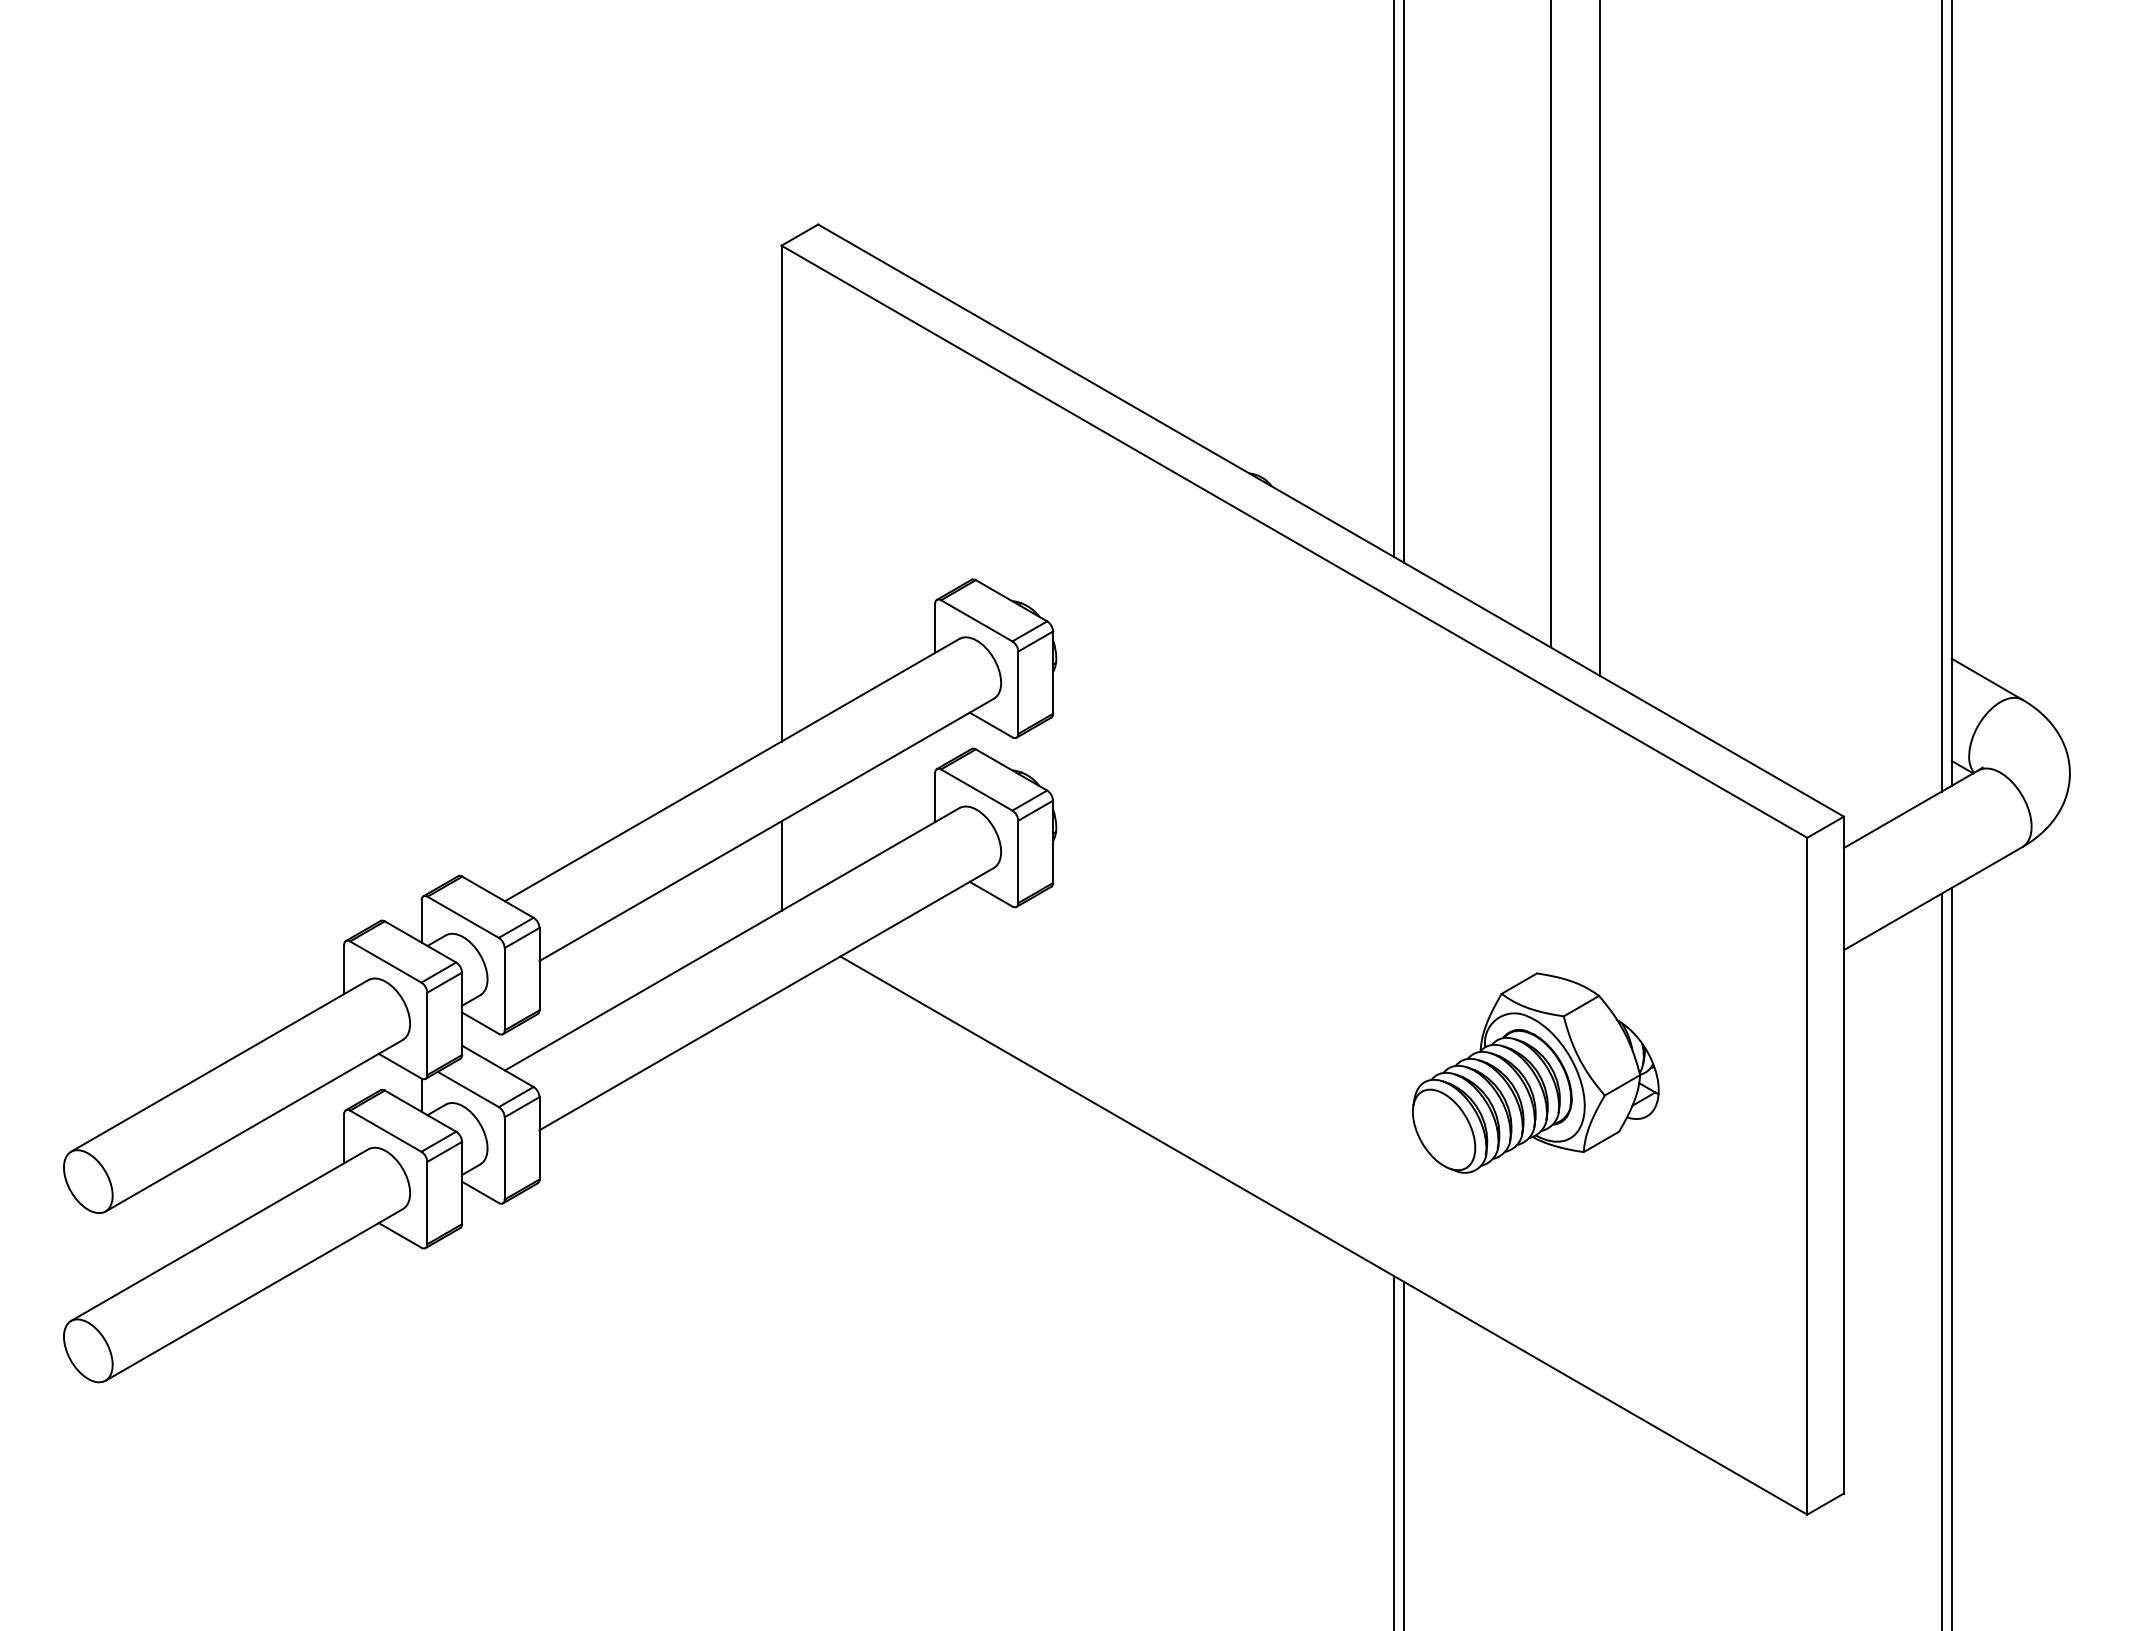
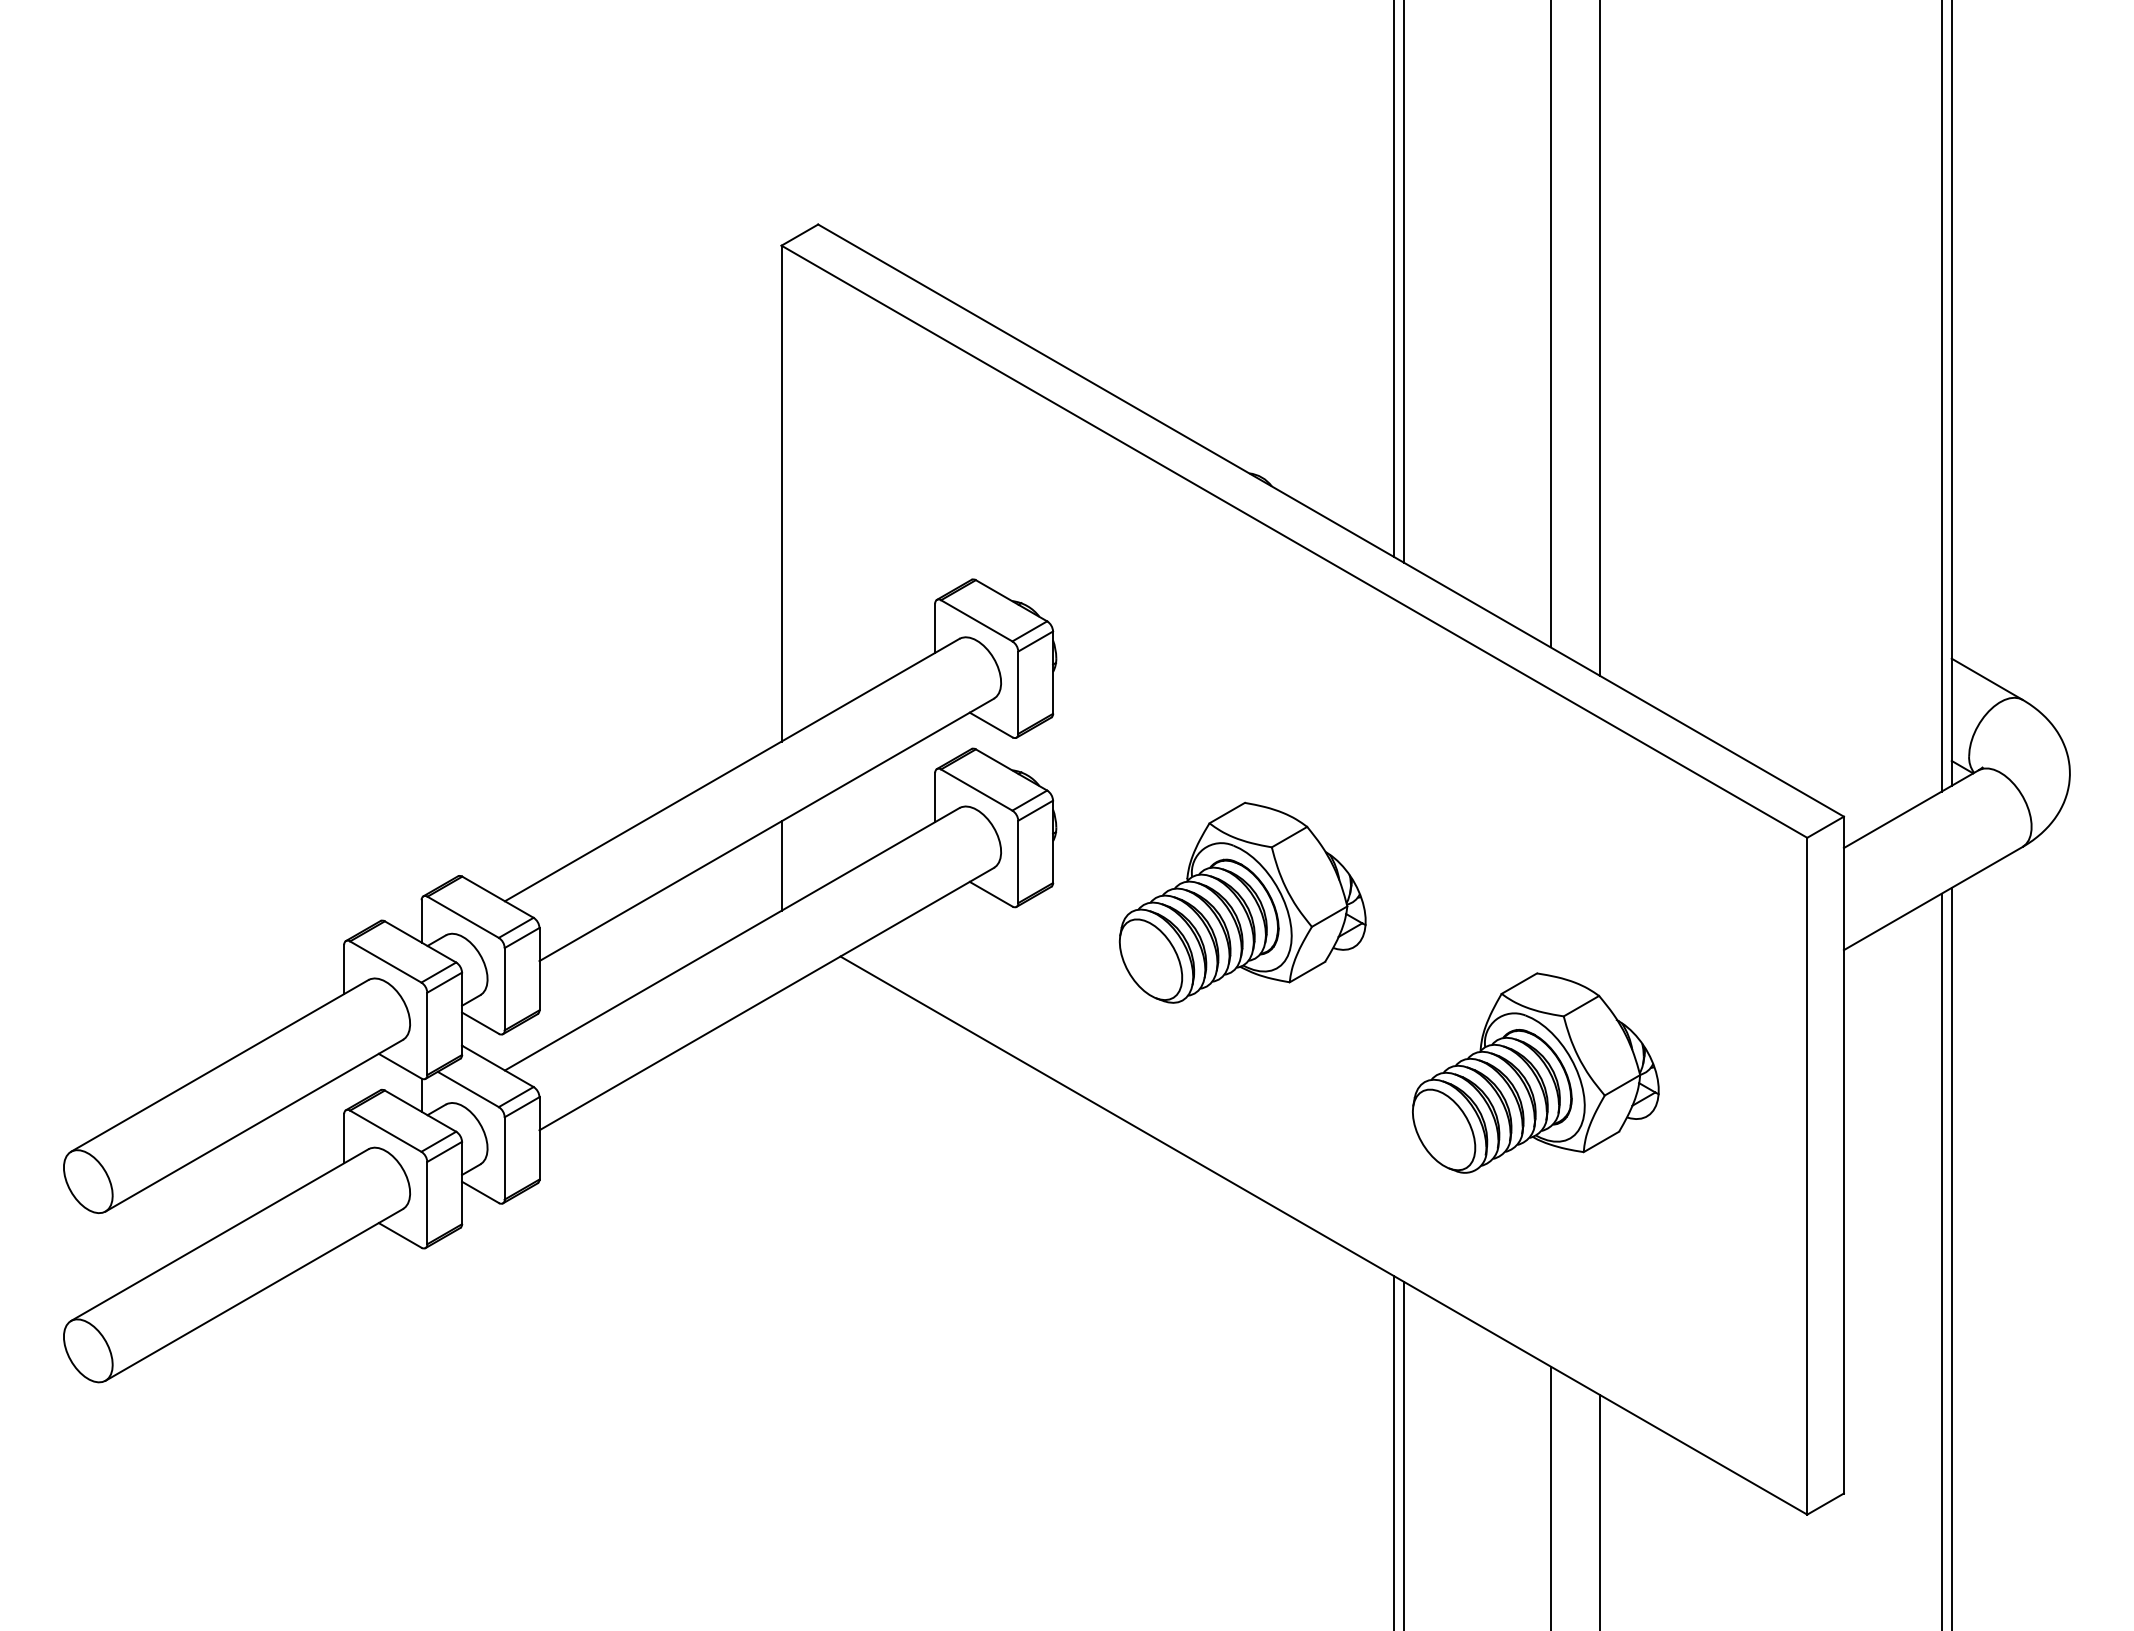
part at (1242, 902): none -> present
line at (1550, 1496): none -> present
line at (1599, 1510): none -> present
